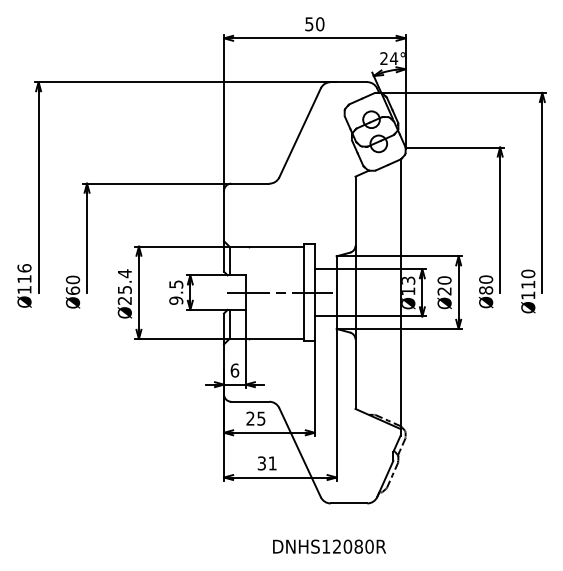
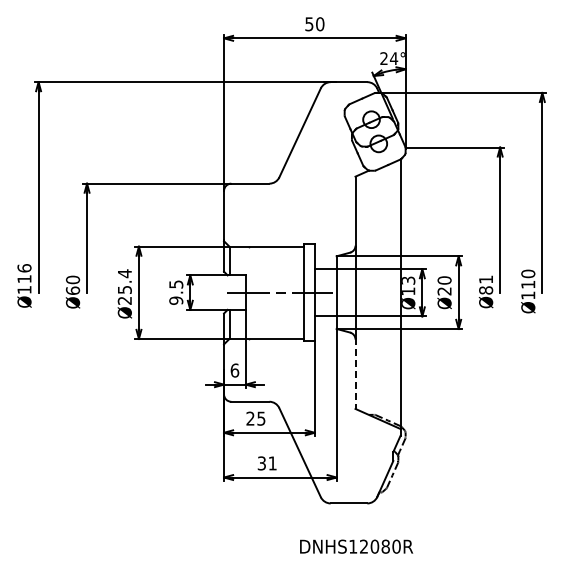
text at (486, 279): Ø80 -> Ø81
line at (355, 374): solid -> dashed
text at (329, 546) position: (329, 546) -> (356, 546)
